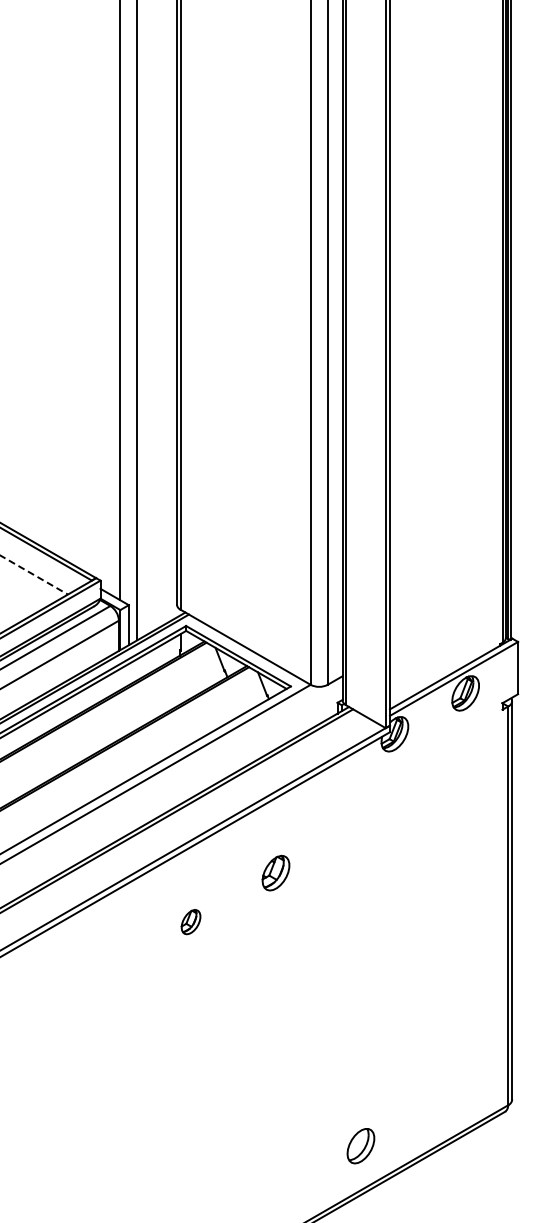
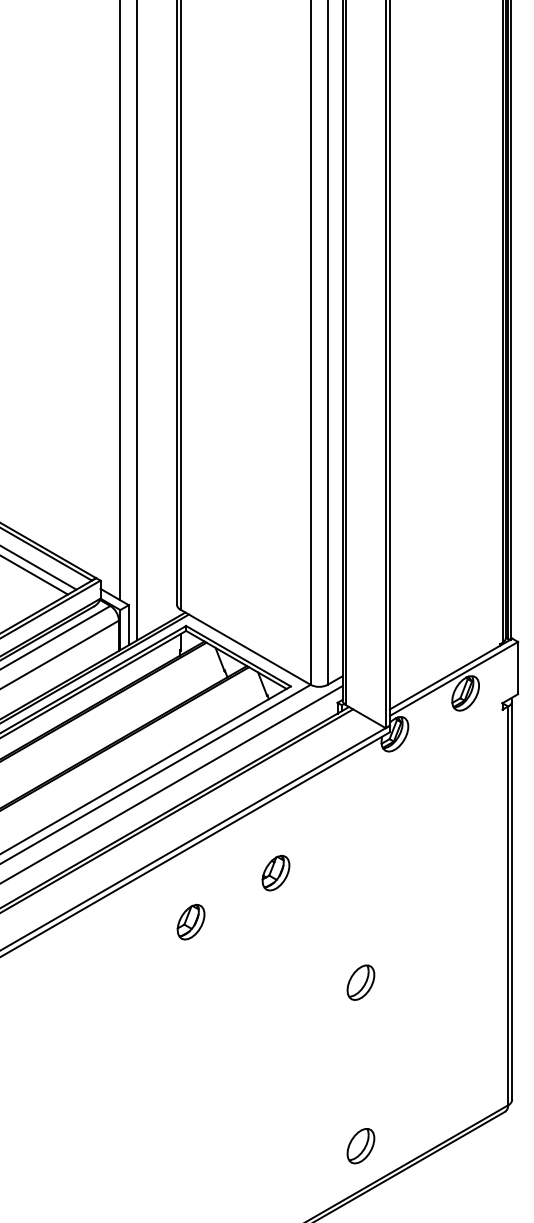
line at (39, 568): none -> present
line at (34, 575): dashed -> solid
line at (172, 784): none -> present
part at (190, 922) size: 22x27 px -> 30x38 px
part at (360, 982): none -> present
